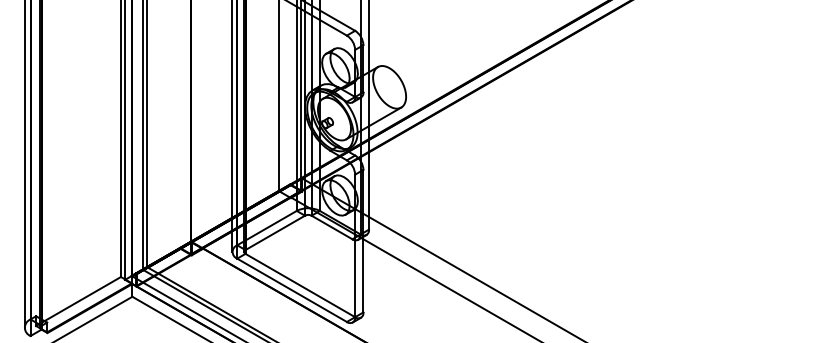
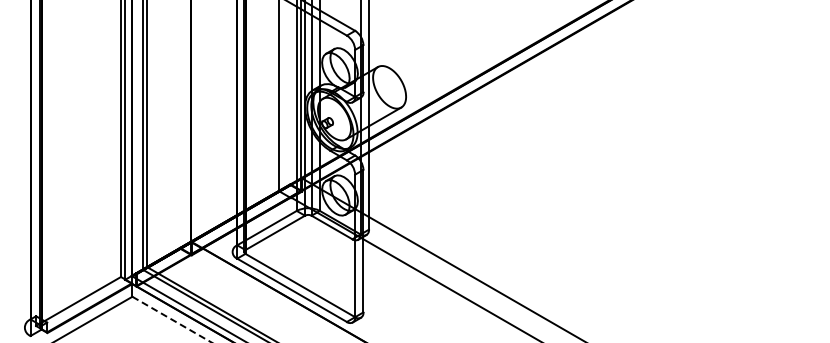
line at (232, 126): present -> none
line at (24, 164): present -> none
line at (172, 319): solid -> dashed
